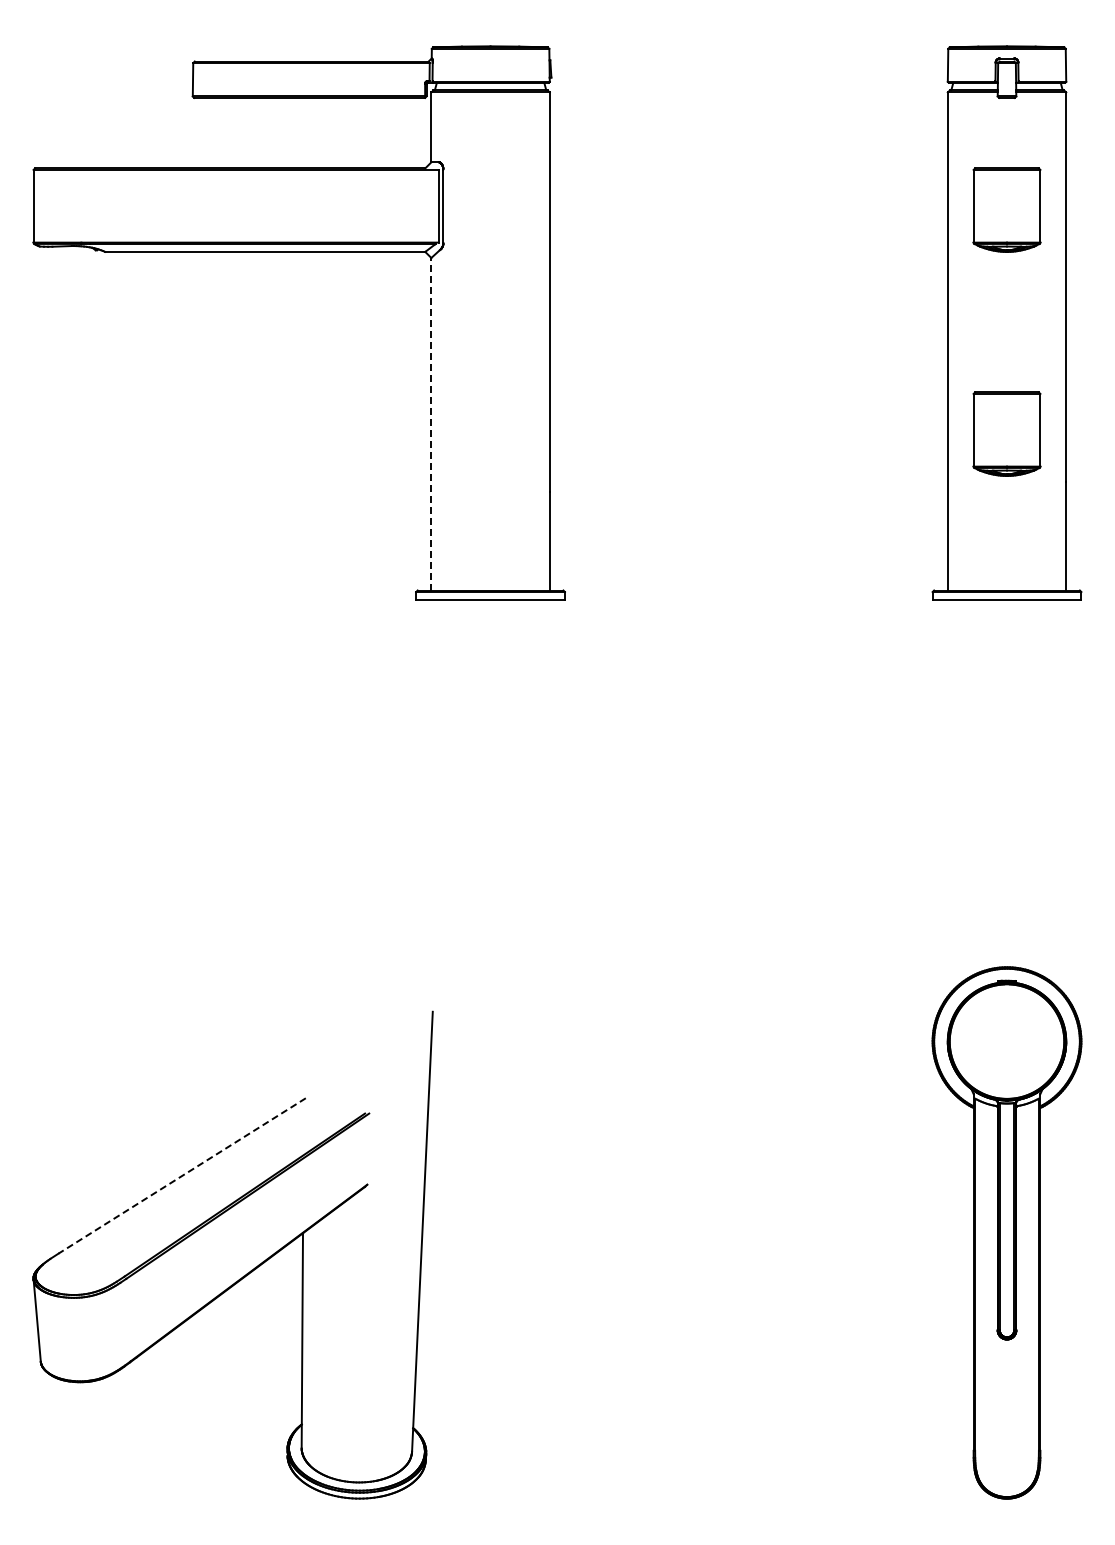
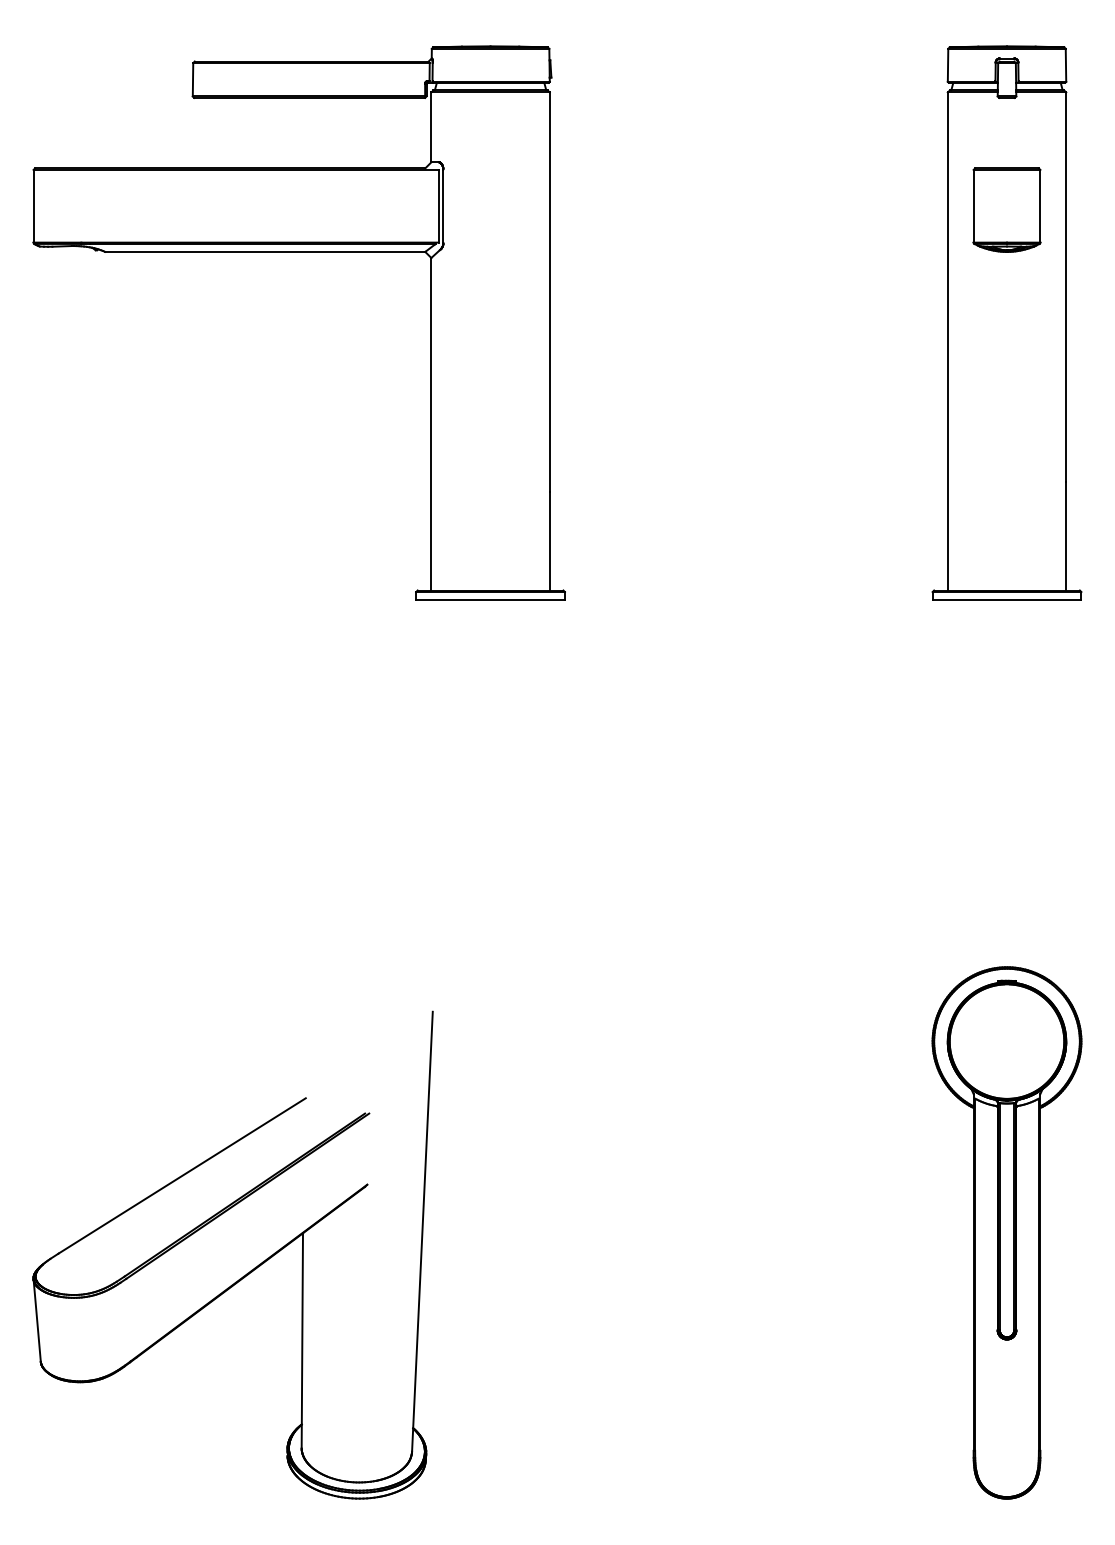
line at (431, 423): dashed -> solid
part at (1006, 433): present -> none
line at (181, 1176): dashed -> solid
